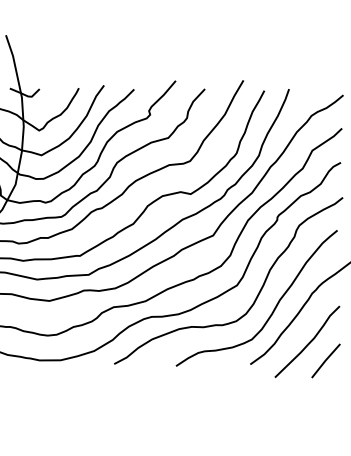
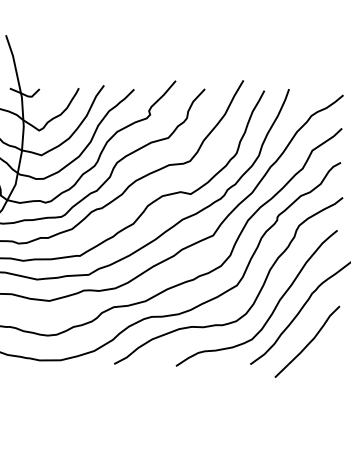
line at (325, 360): present -> none
